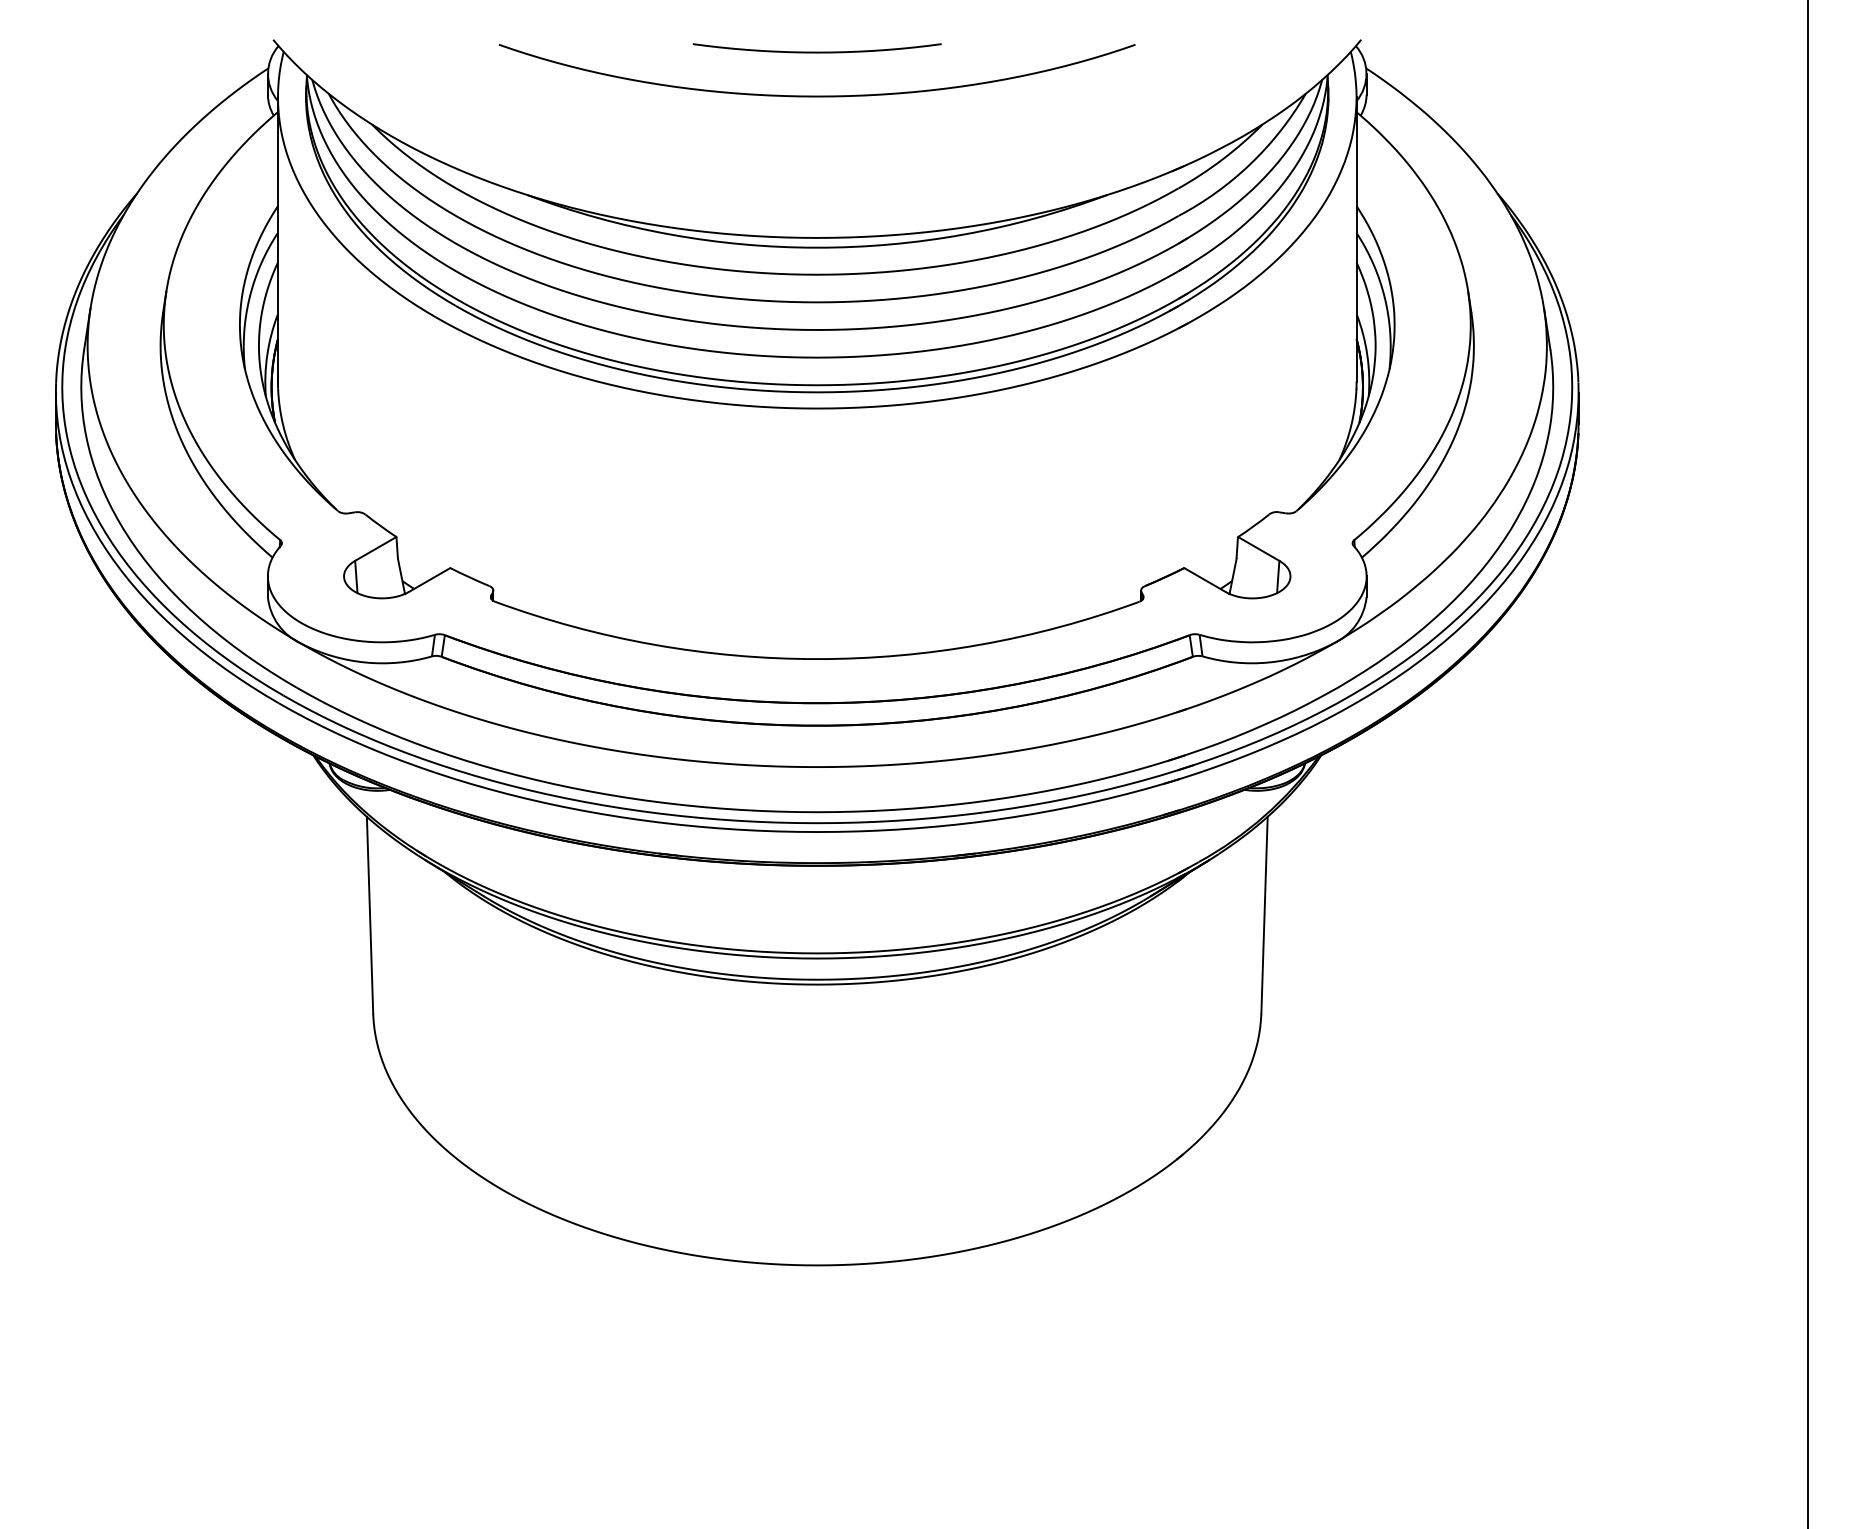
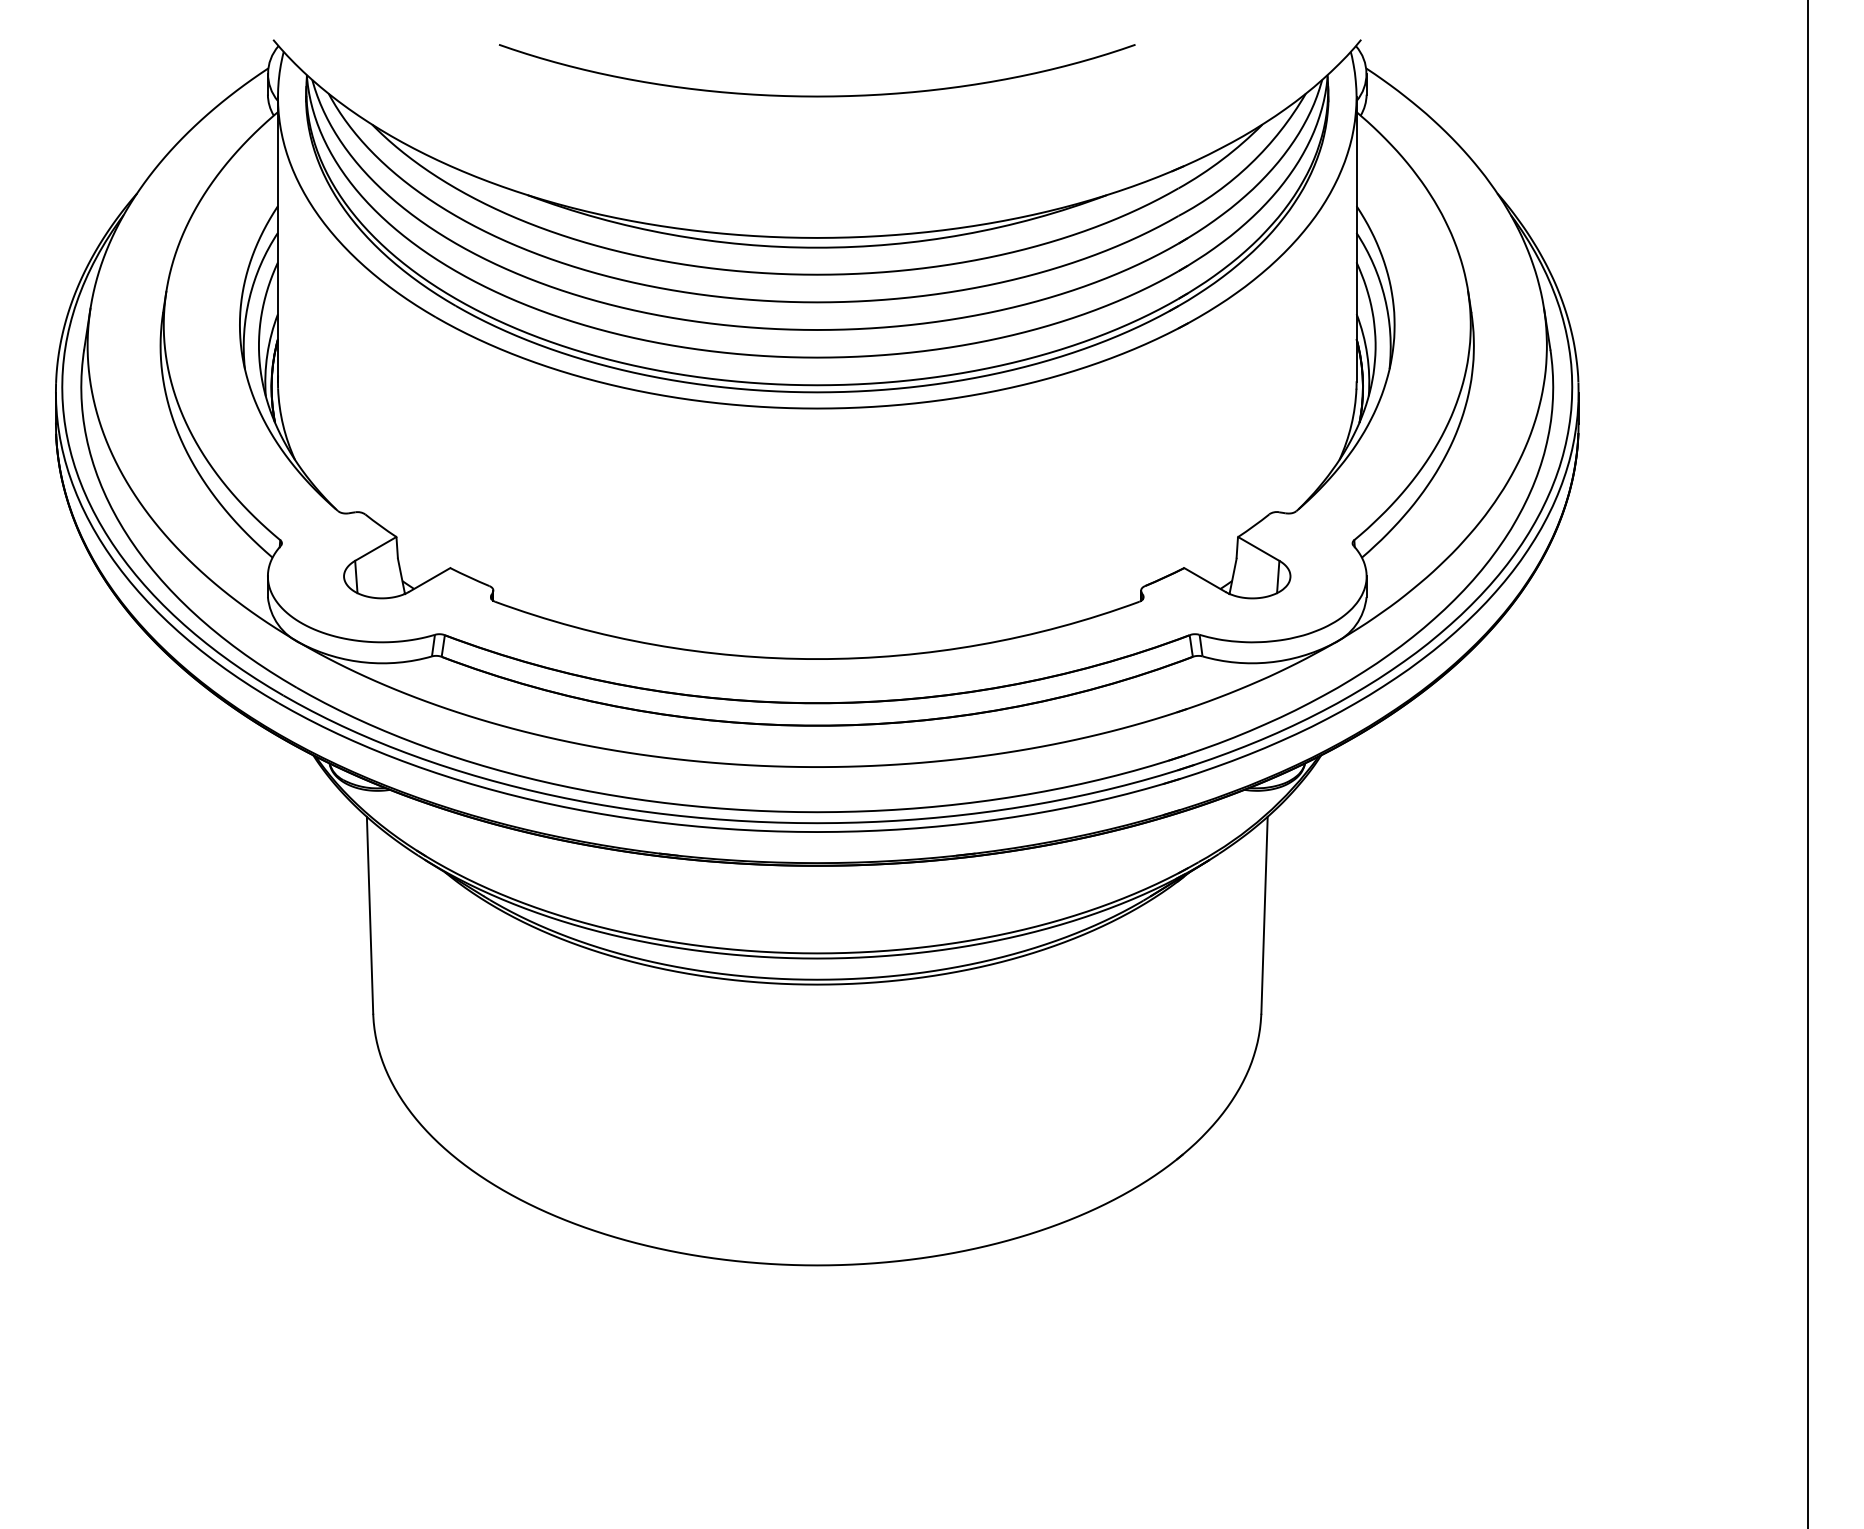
curve at (816, 51): present -> none
